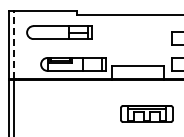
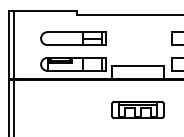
part at (59, 32) position: (59, 32) -> (73, 38)
line at (13, 45): dashed -> solid
part at (146, 113) position: (146, 113) -> (137, 109)
